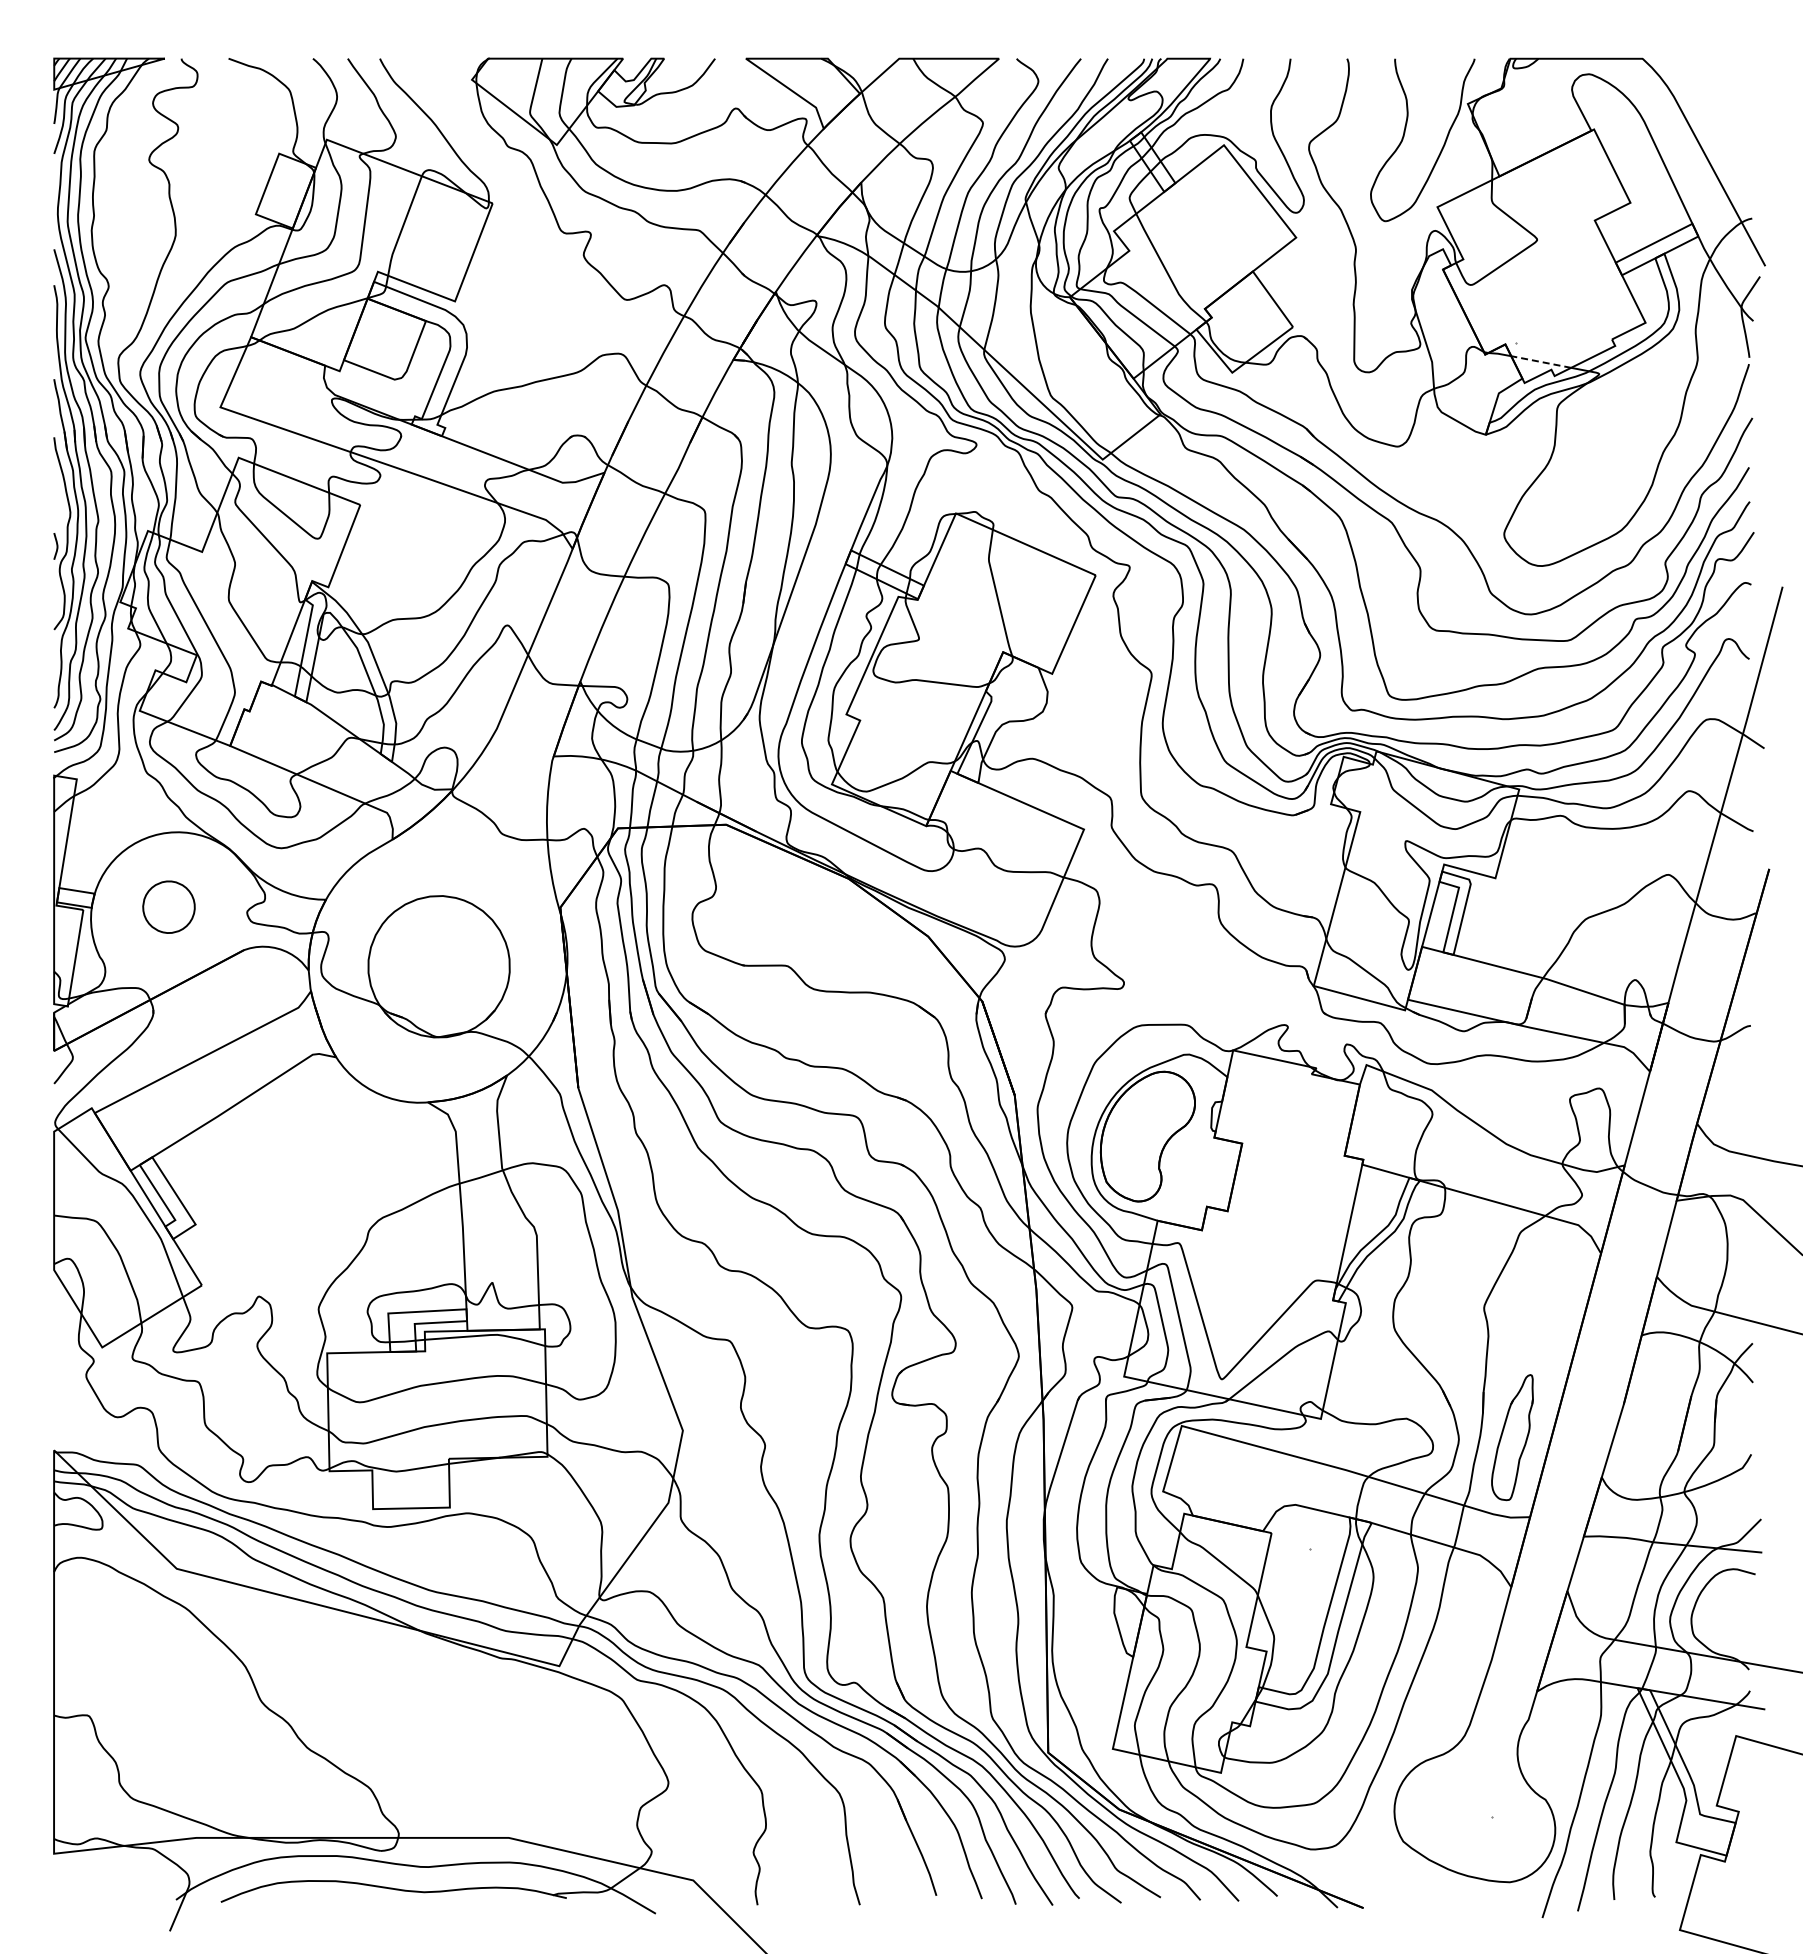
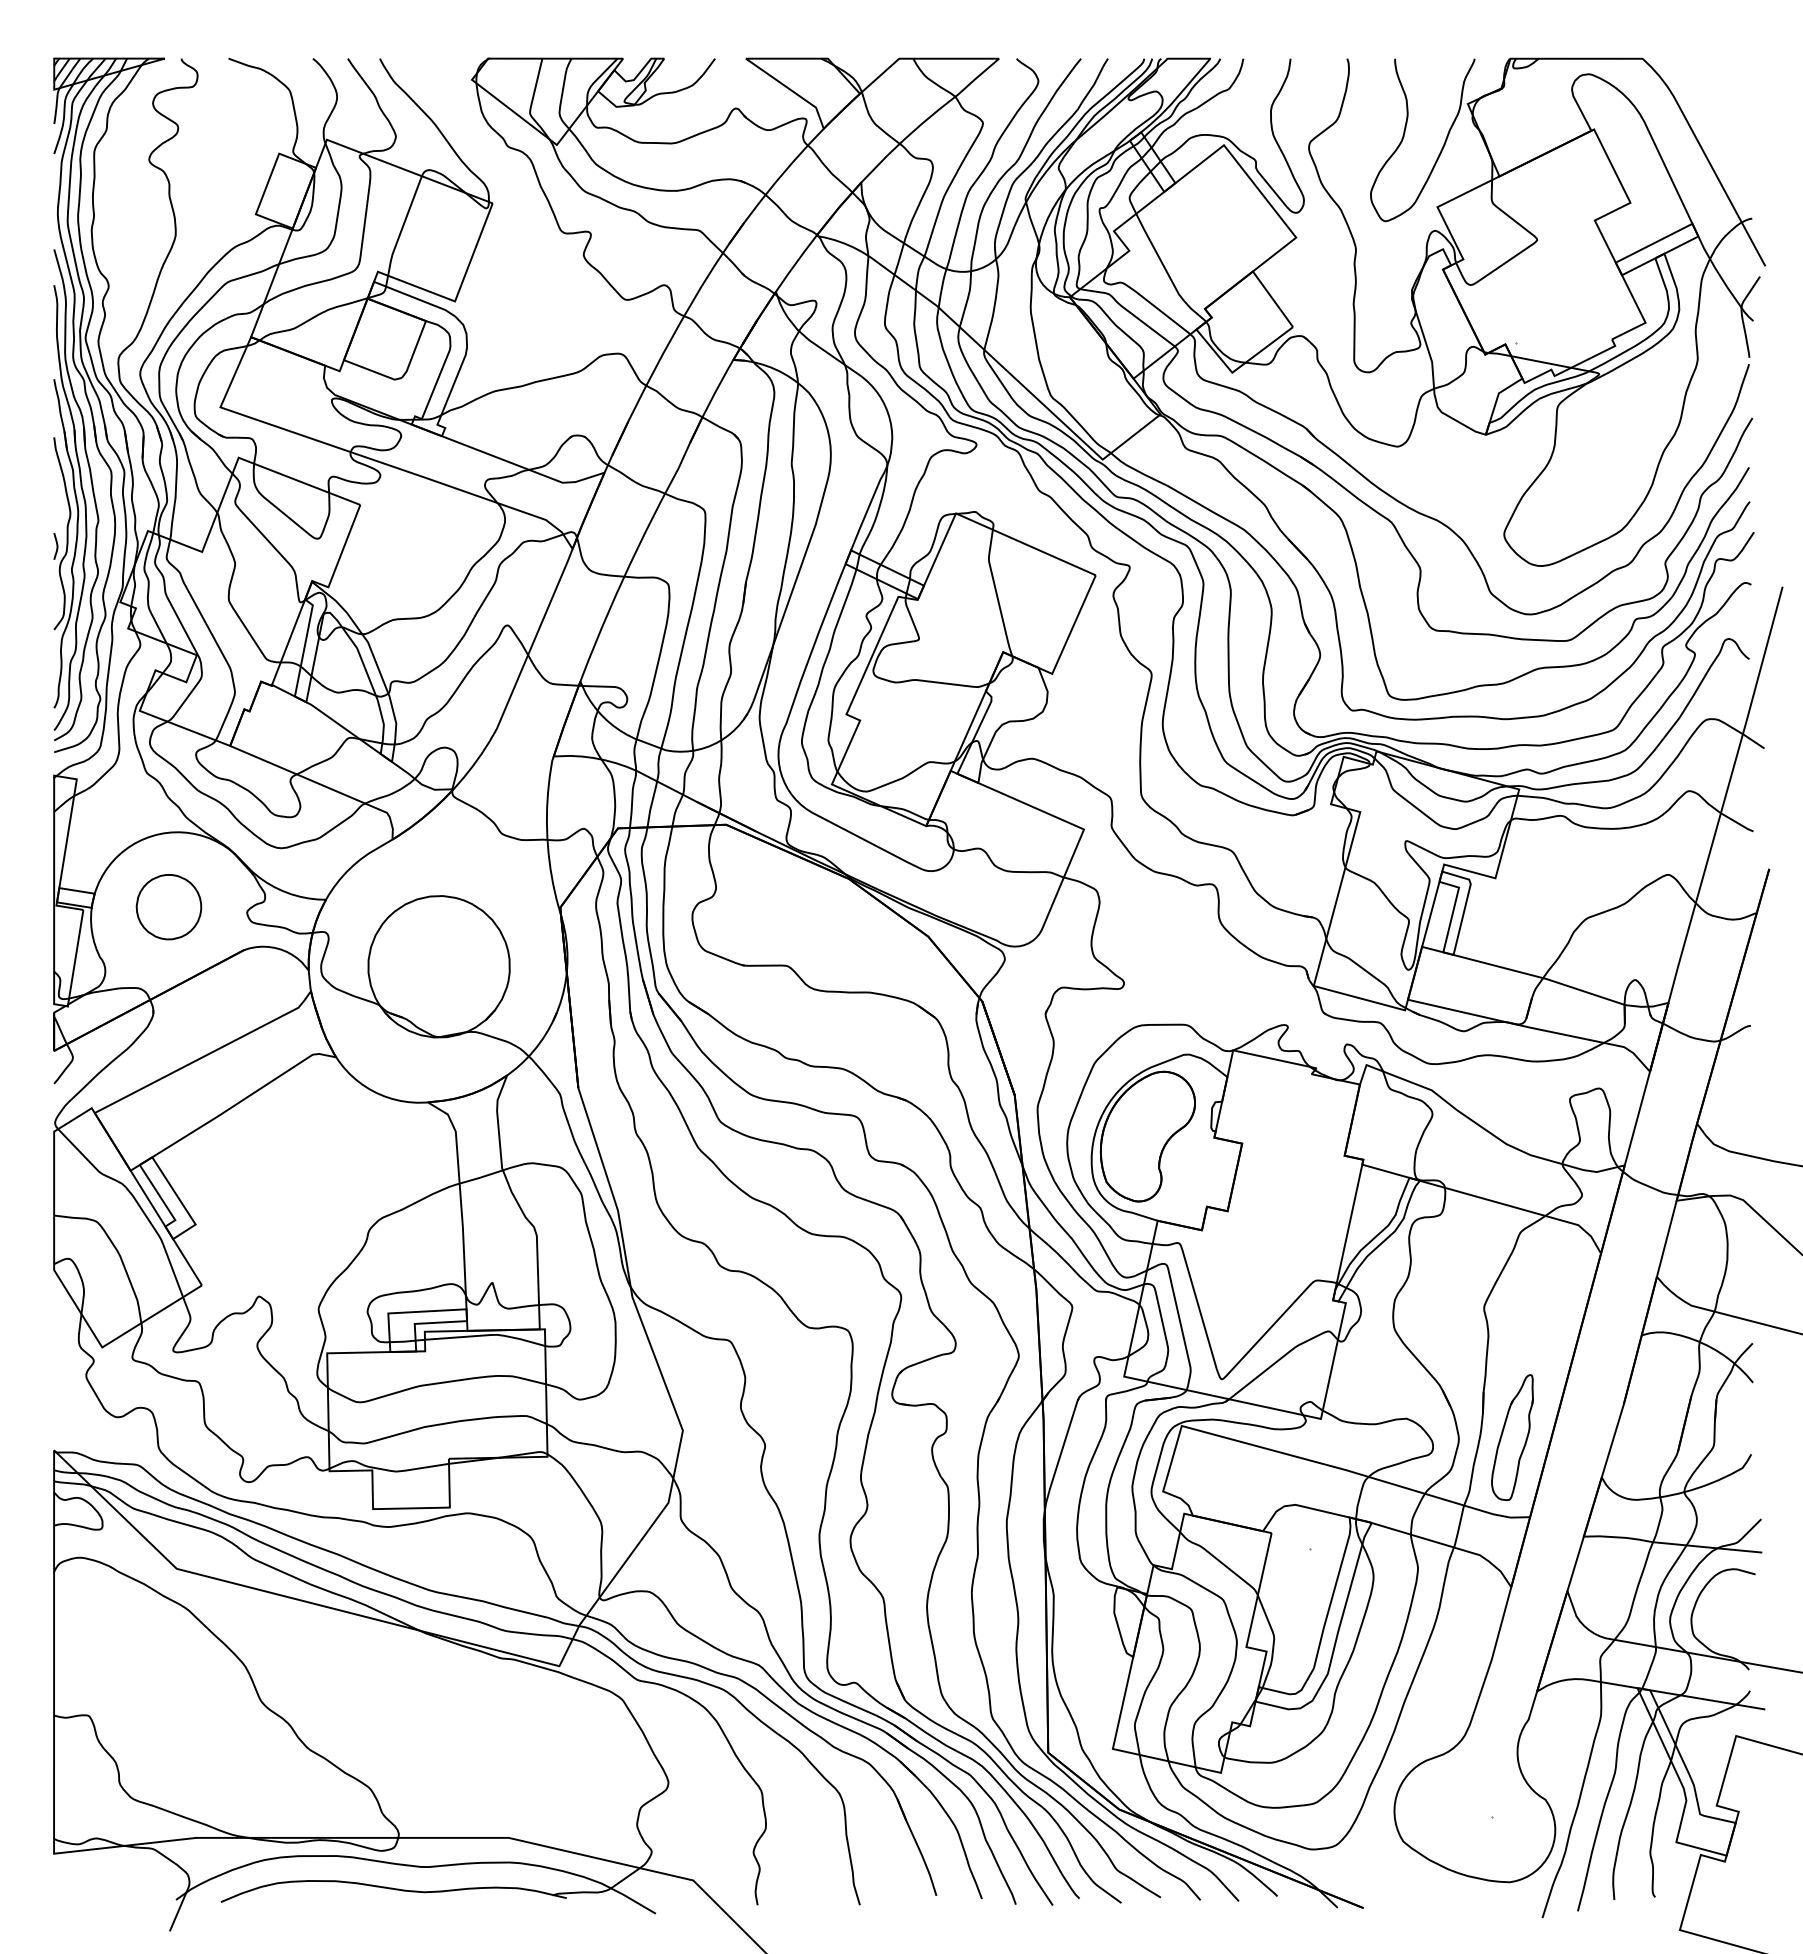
line at (1541, 362): dashed -> solid
part at (168, 906) size: 54x54 px -> 68x67 px
